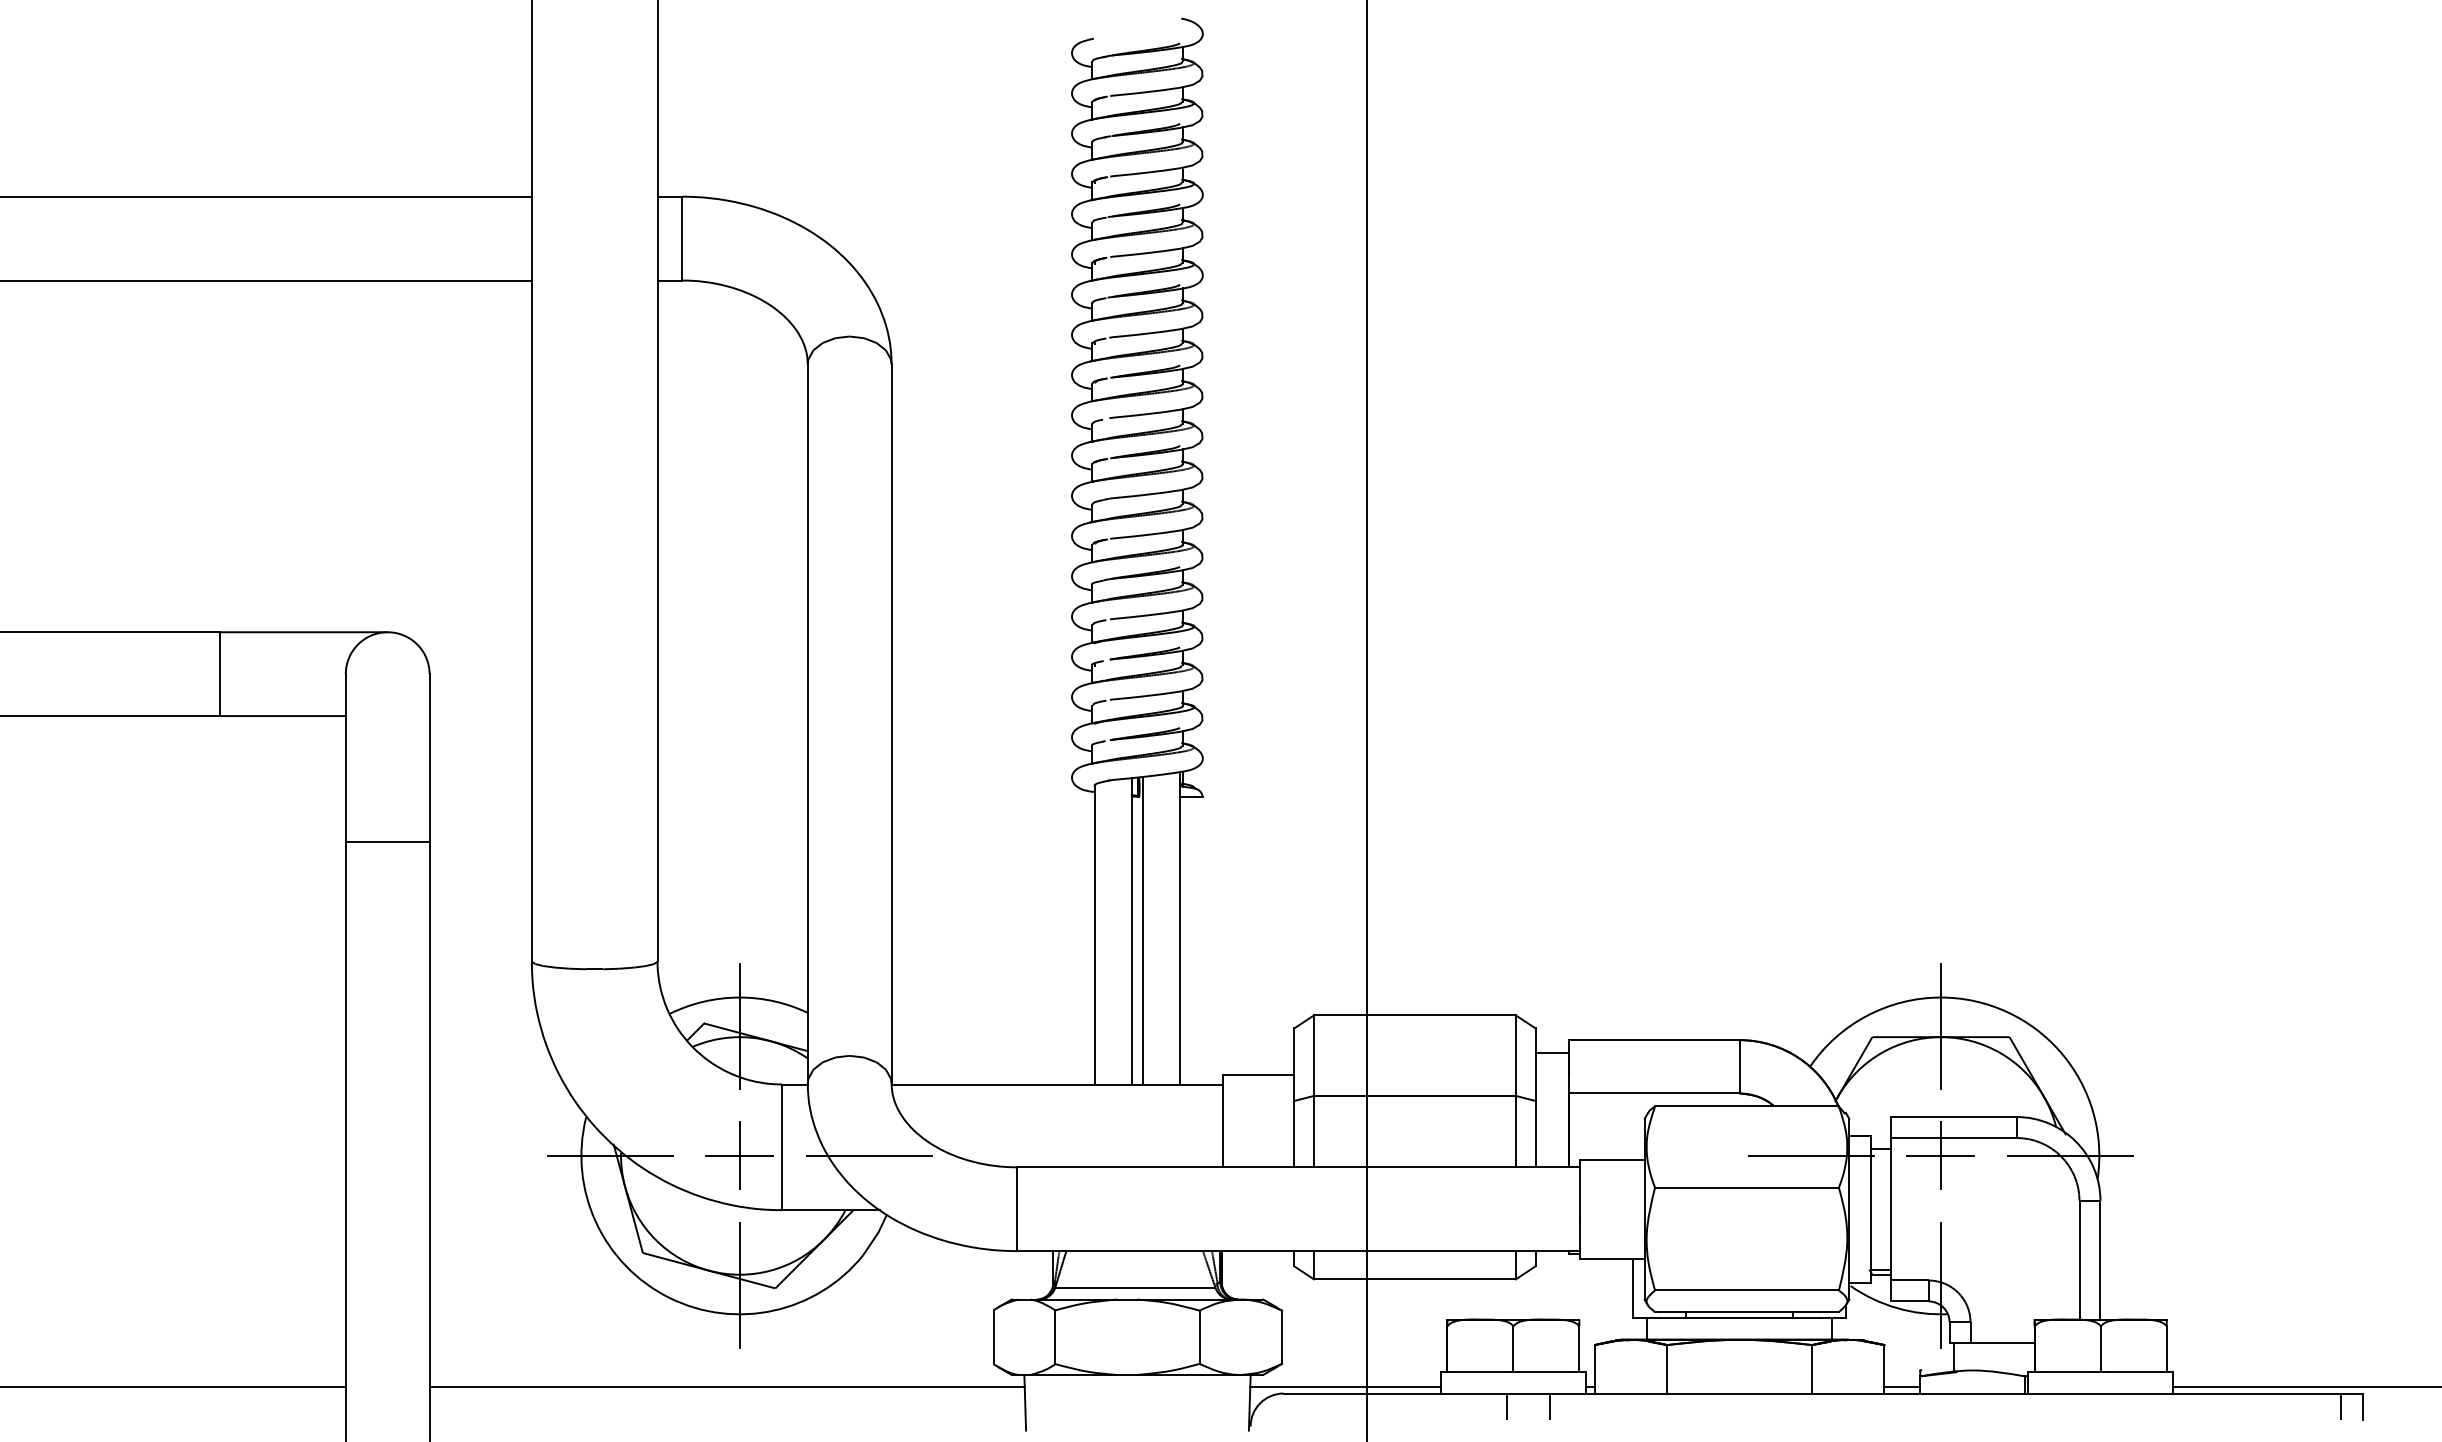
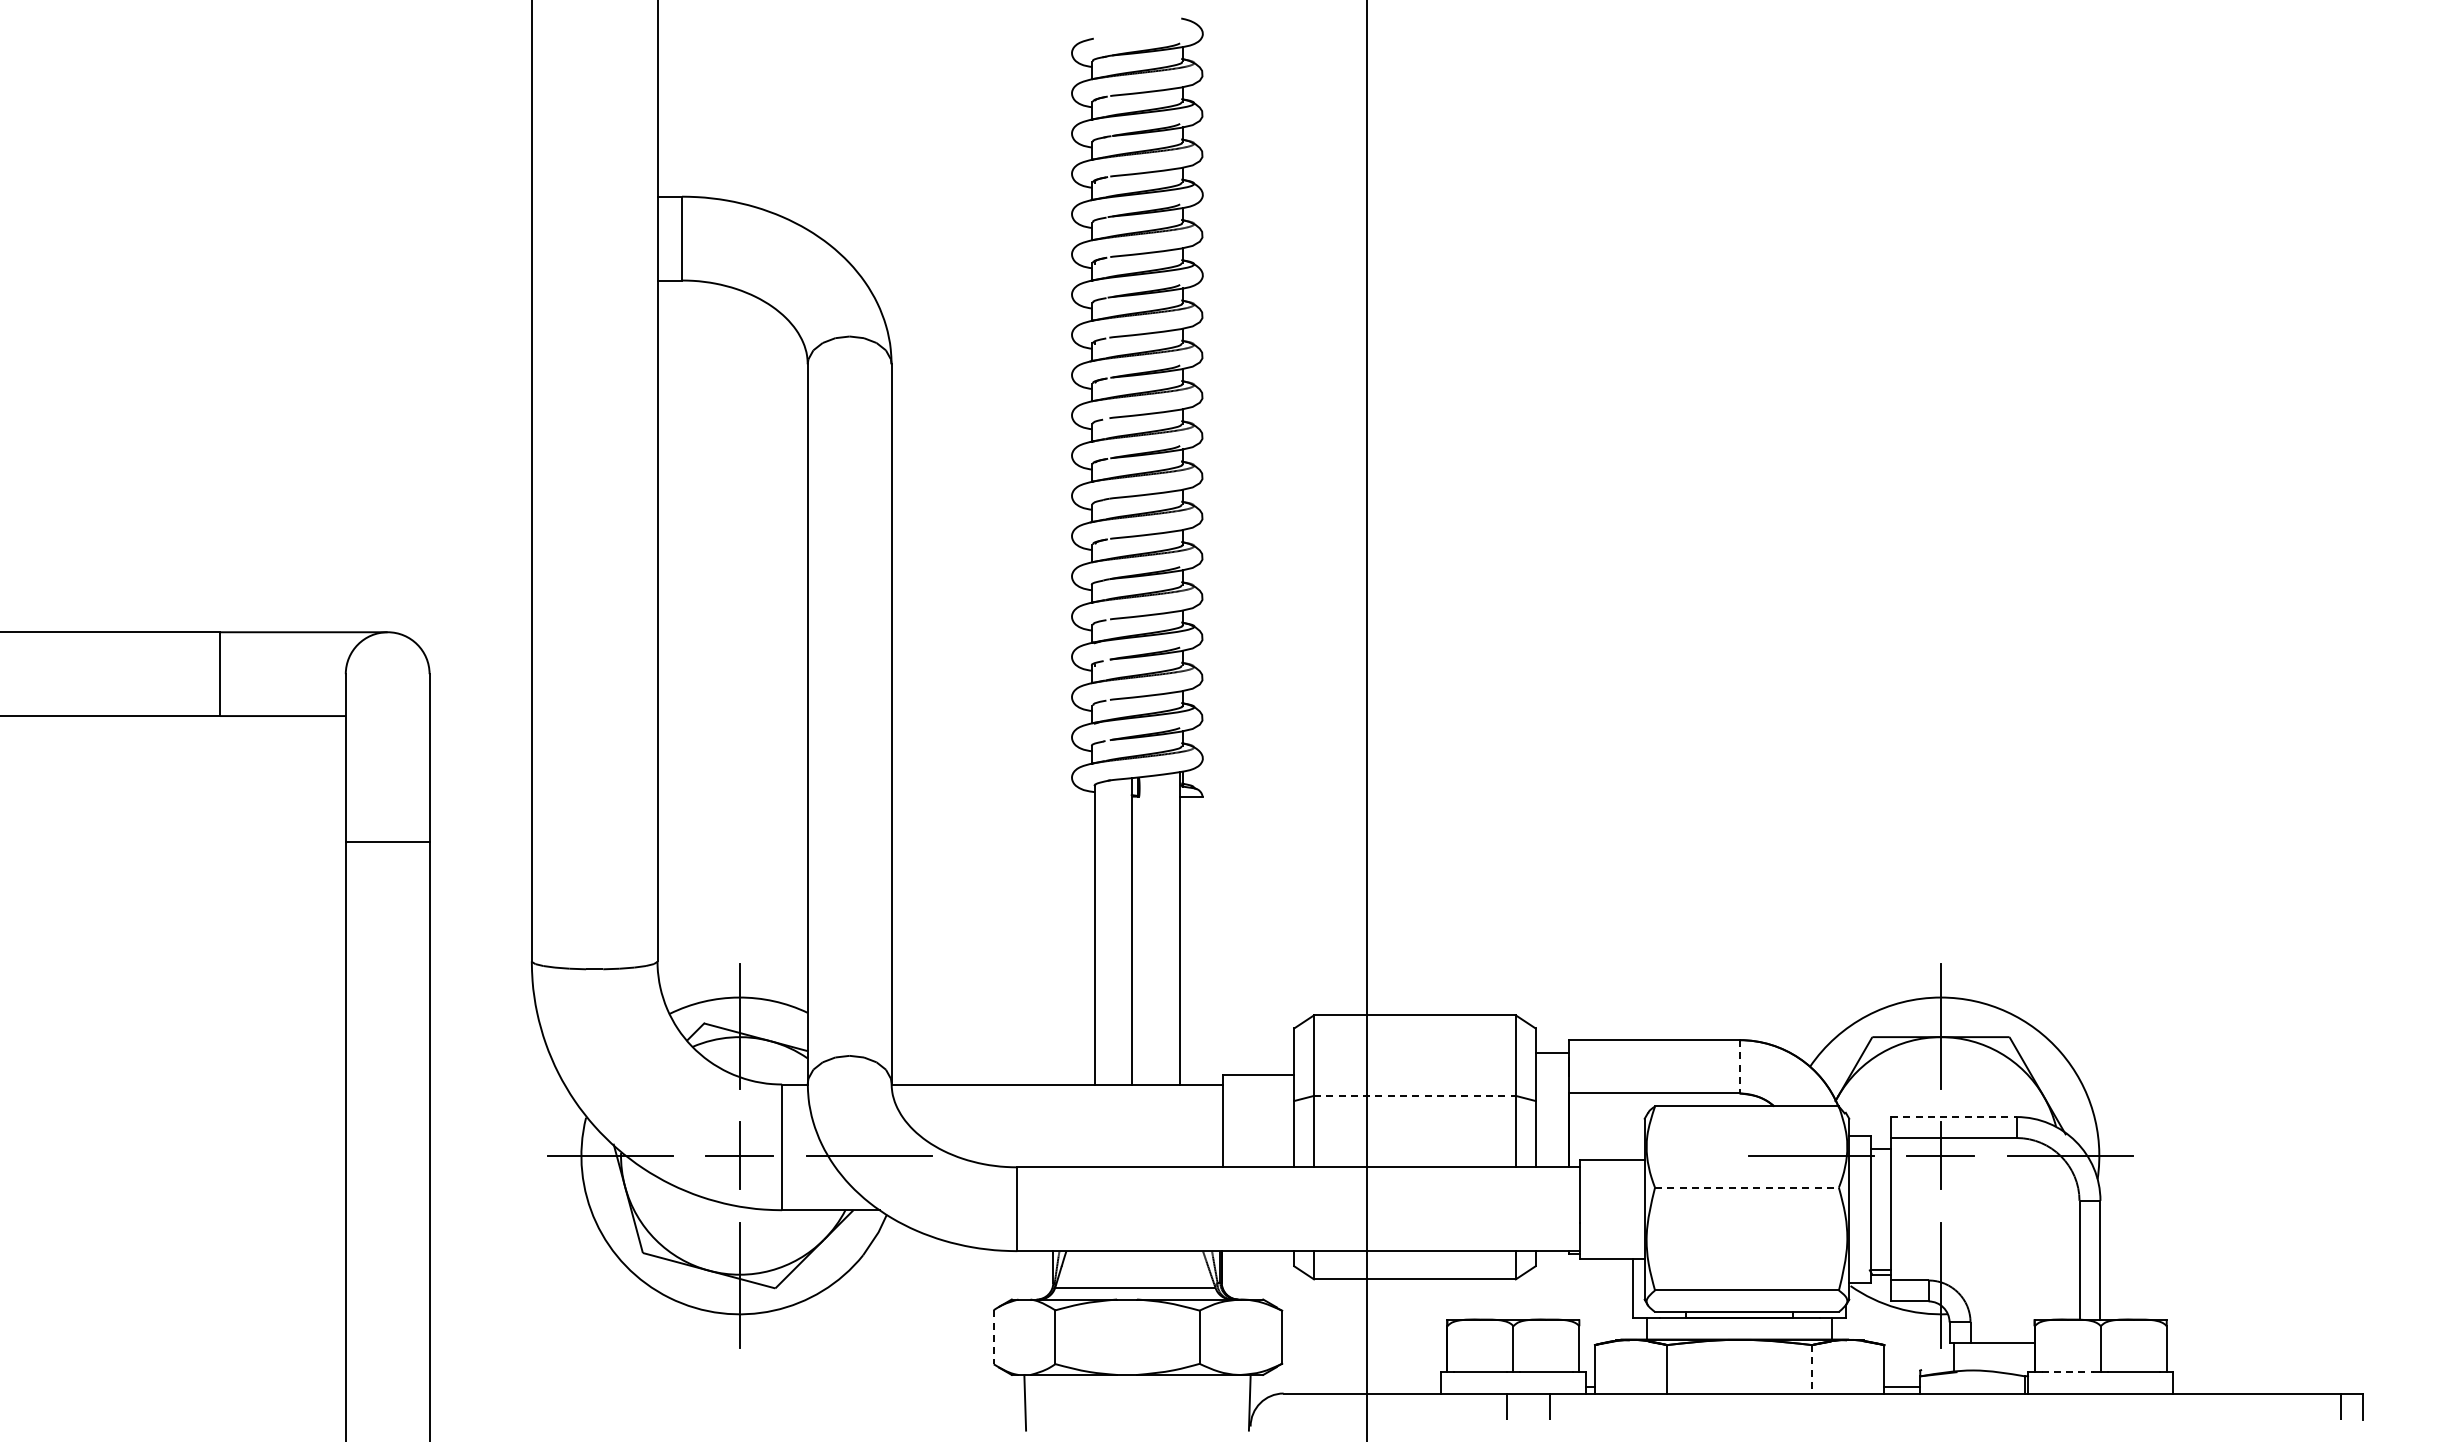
line at (266, 196): present -> none
line at (266, 280): present -> none
line at (1143, 930): present -> none
line at (1739, 1066): solid -> dashed
line at (1414, 1095): solid -> dashed
line at (1953, 1117): solid -> dashed
line at (1746, 1187): solid -> dashed
line at (993, 1337): solid -> dashed
line at (1812, 1369): solid -> dashed
line at (2068, 1372): solid -> dashed
line at (173, 1386): present -> none
line at (726, 1386): present -> none
line at (1345, 1386): present -> none
line at (2305, 1386): present -> none
